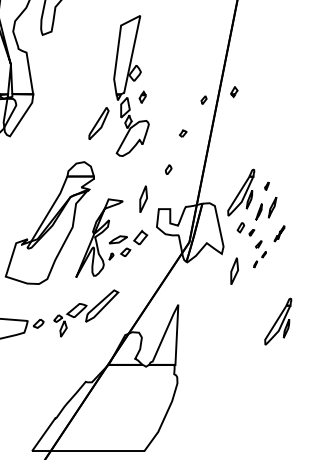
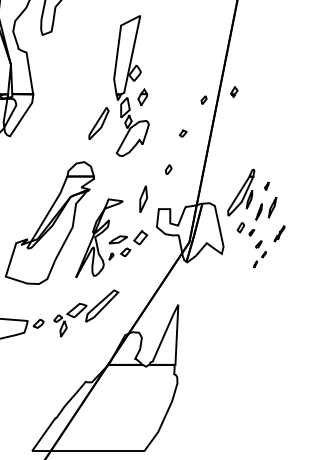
part at (142, 96) size: 9x14 px -> 11x19 px
part at (234, 270): present -> none
part at (278, 321): present -> none
